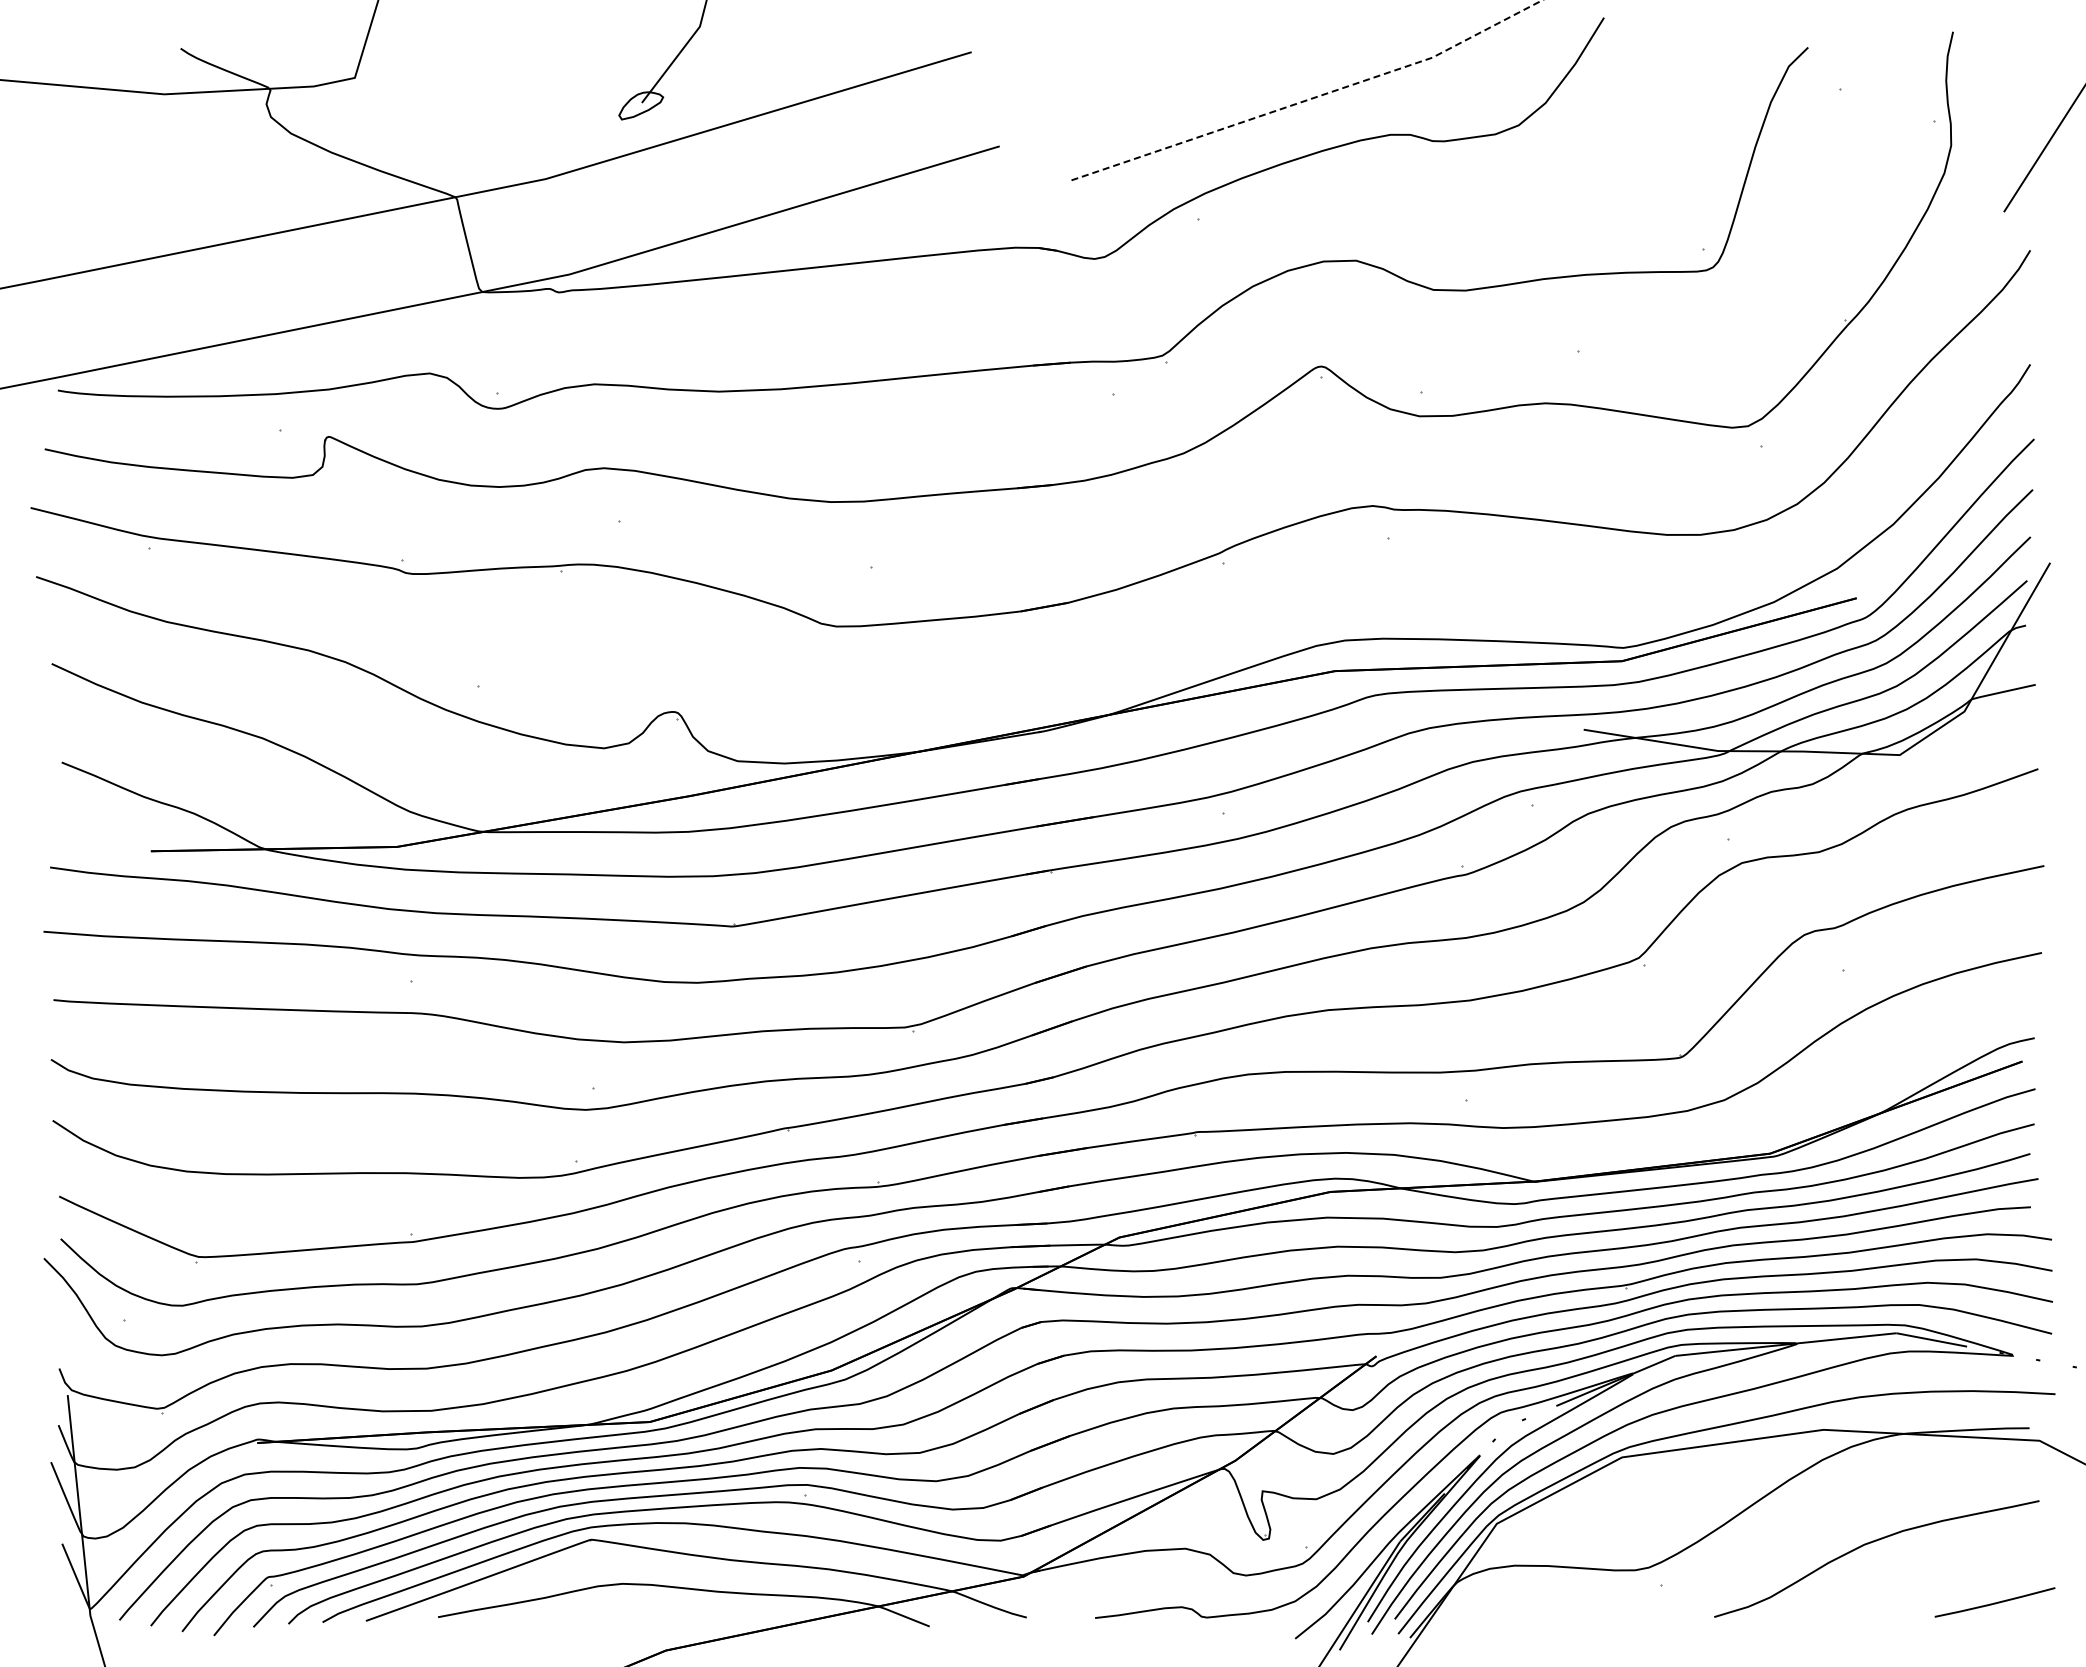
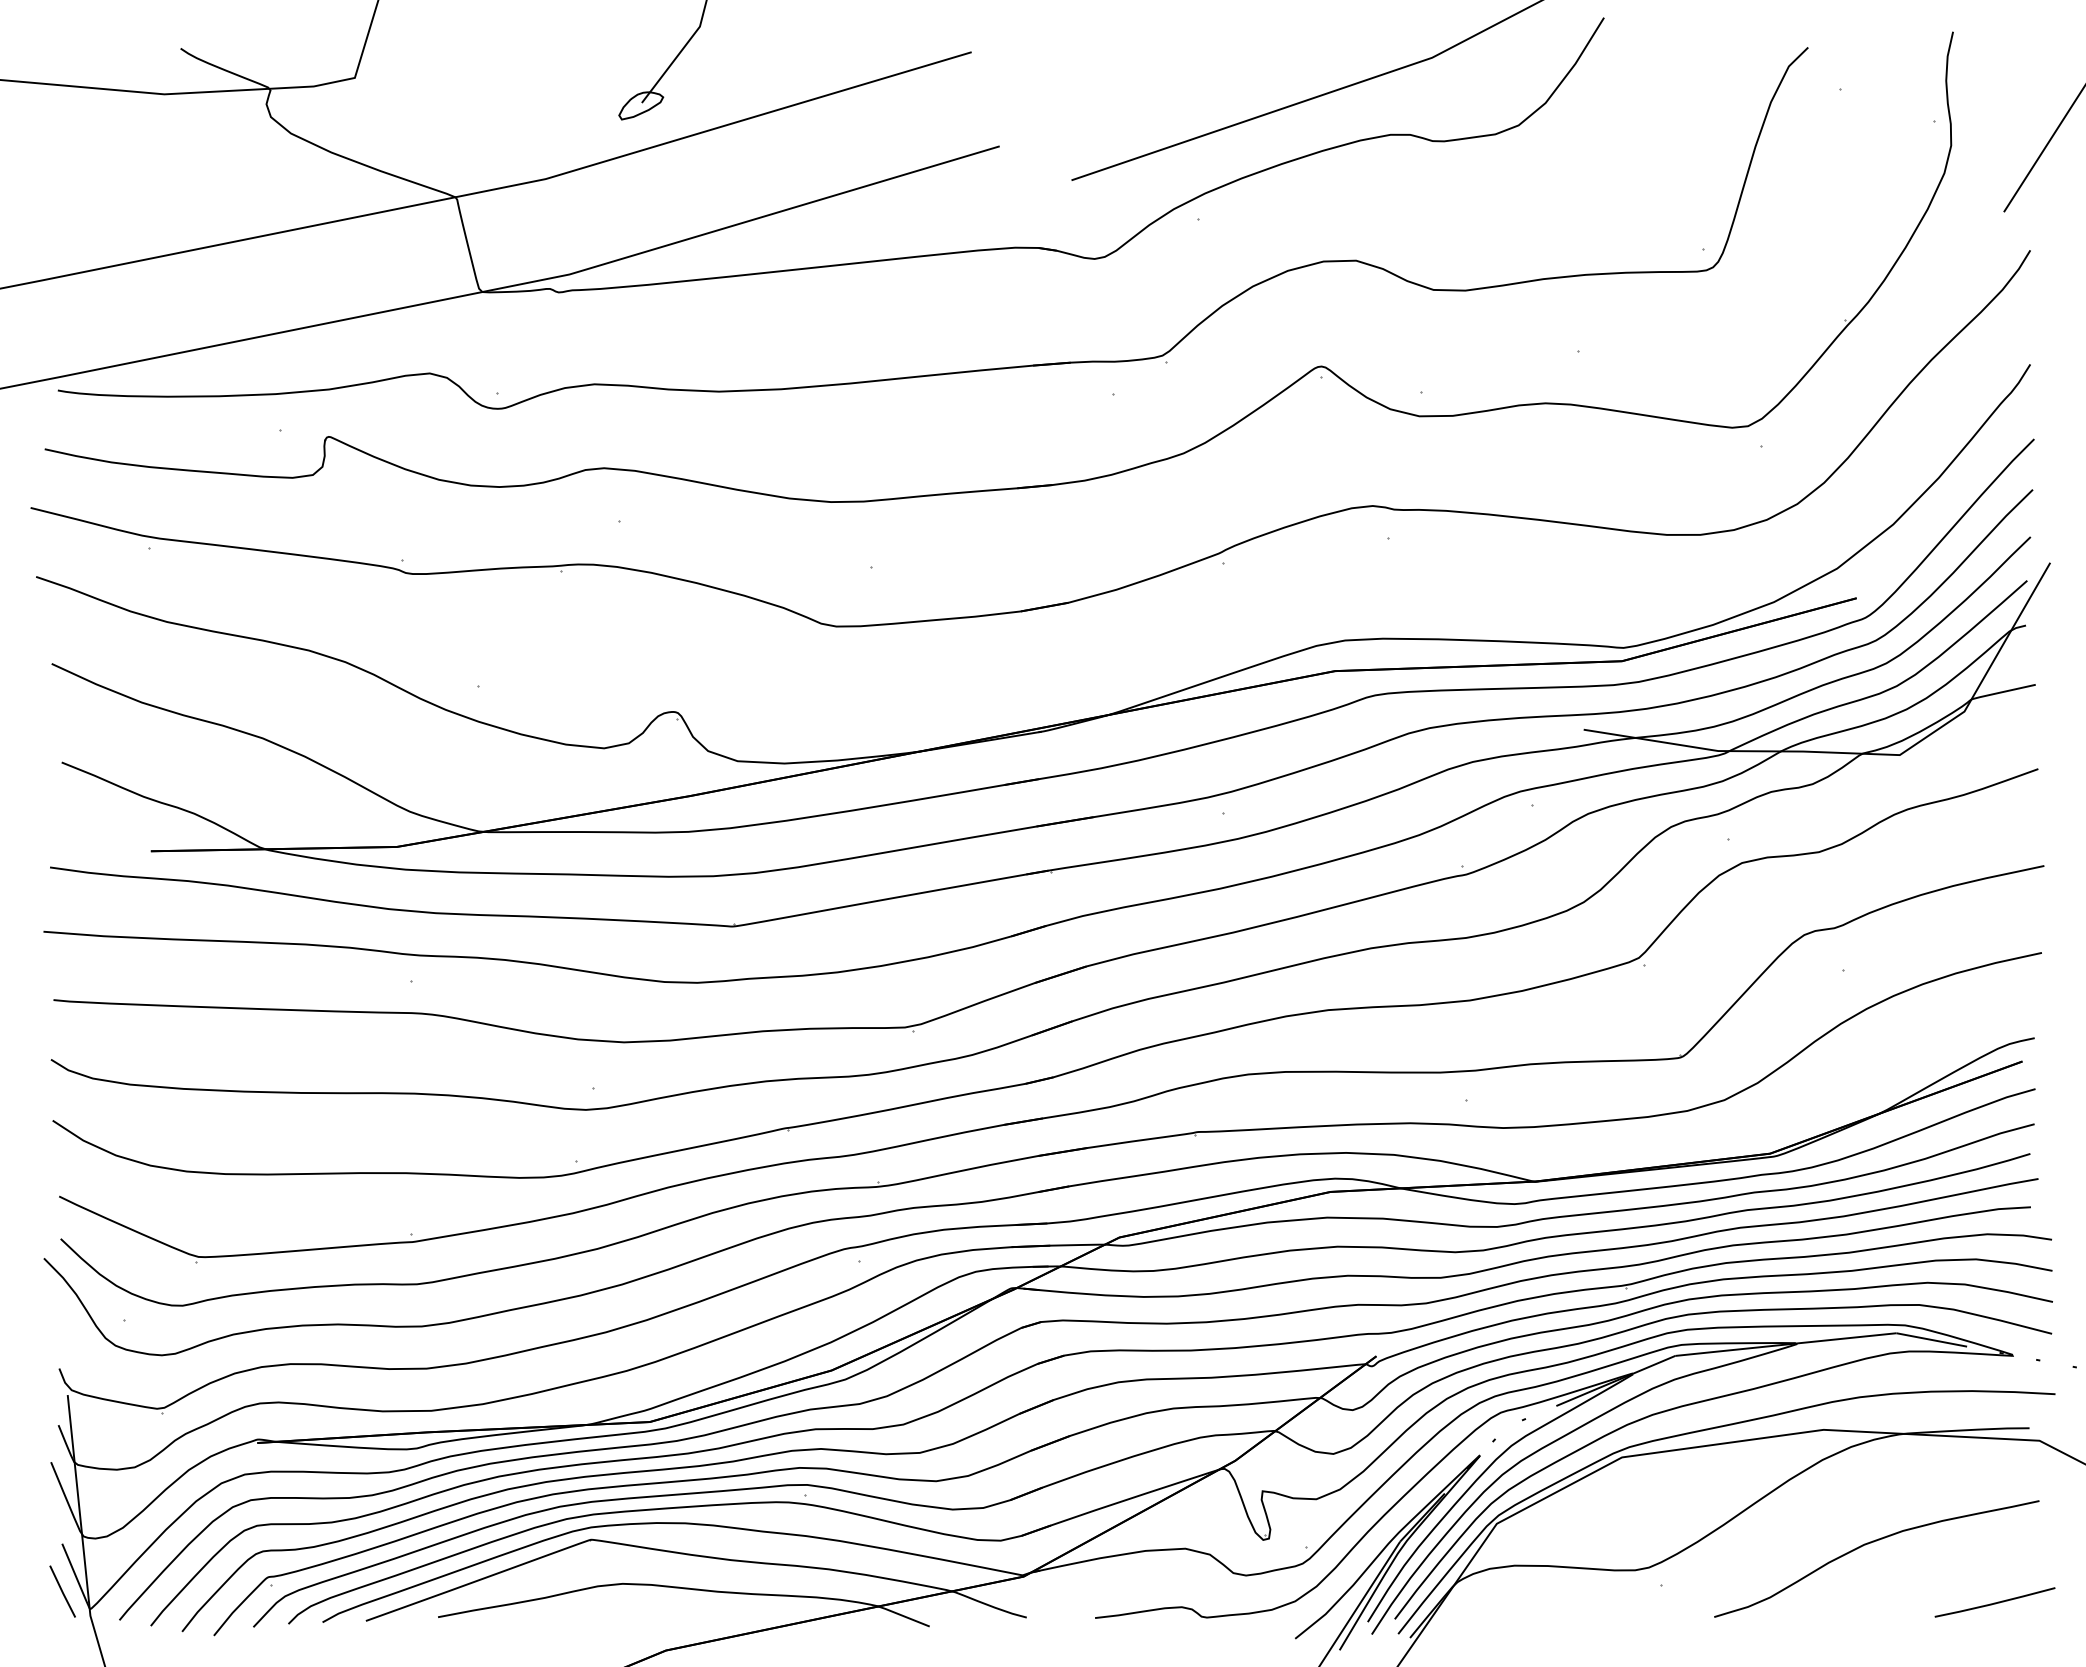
line at (1311, 98): dashed -> solid
line at (62, 1591): none -> present
